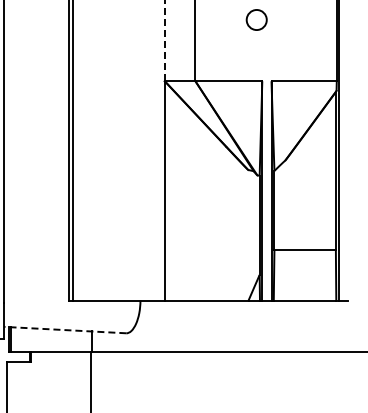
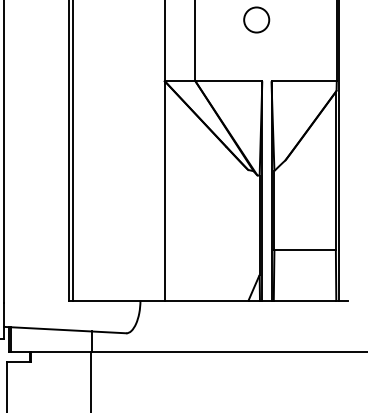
circle at (256, 19) size: 23x22 px -> 28x28 px
line at (164, 40): dashed -> solid
line at (64, 330): dashed -> solid
